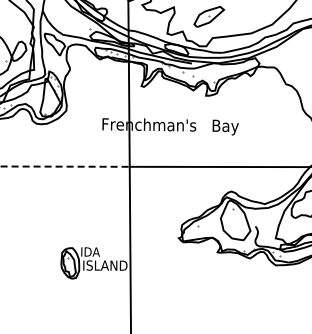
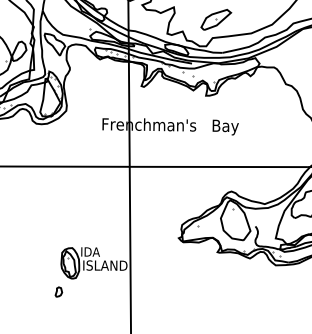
part at (209, 16) position: (209, 16) -> (216, 19)
line at (64, 166): dashed -> solid
part at (58, 291): none -> present
